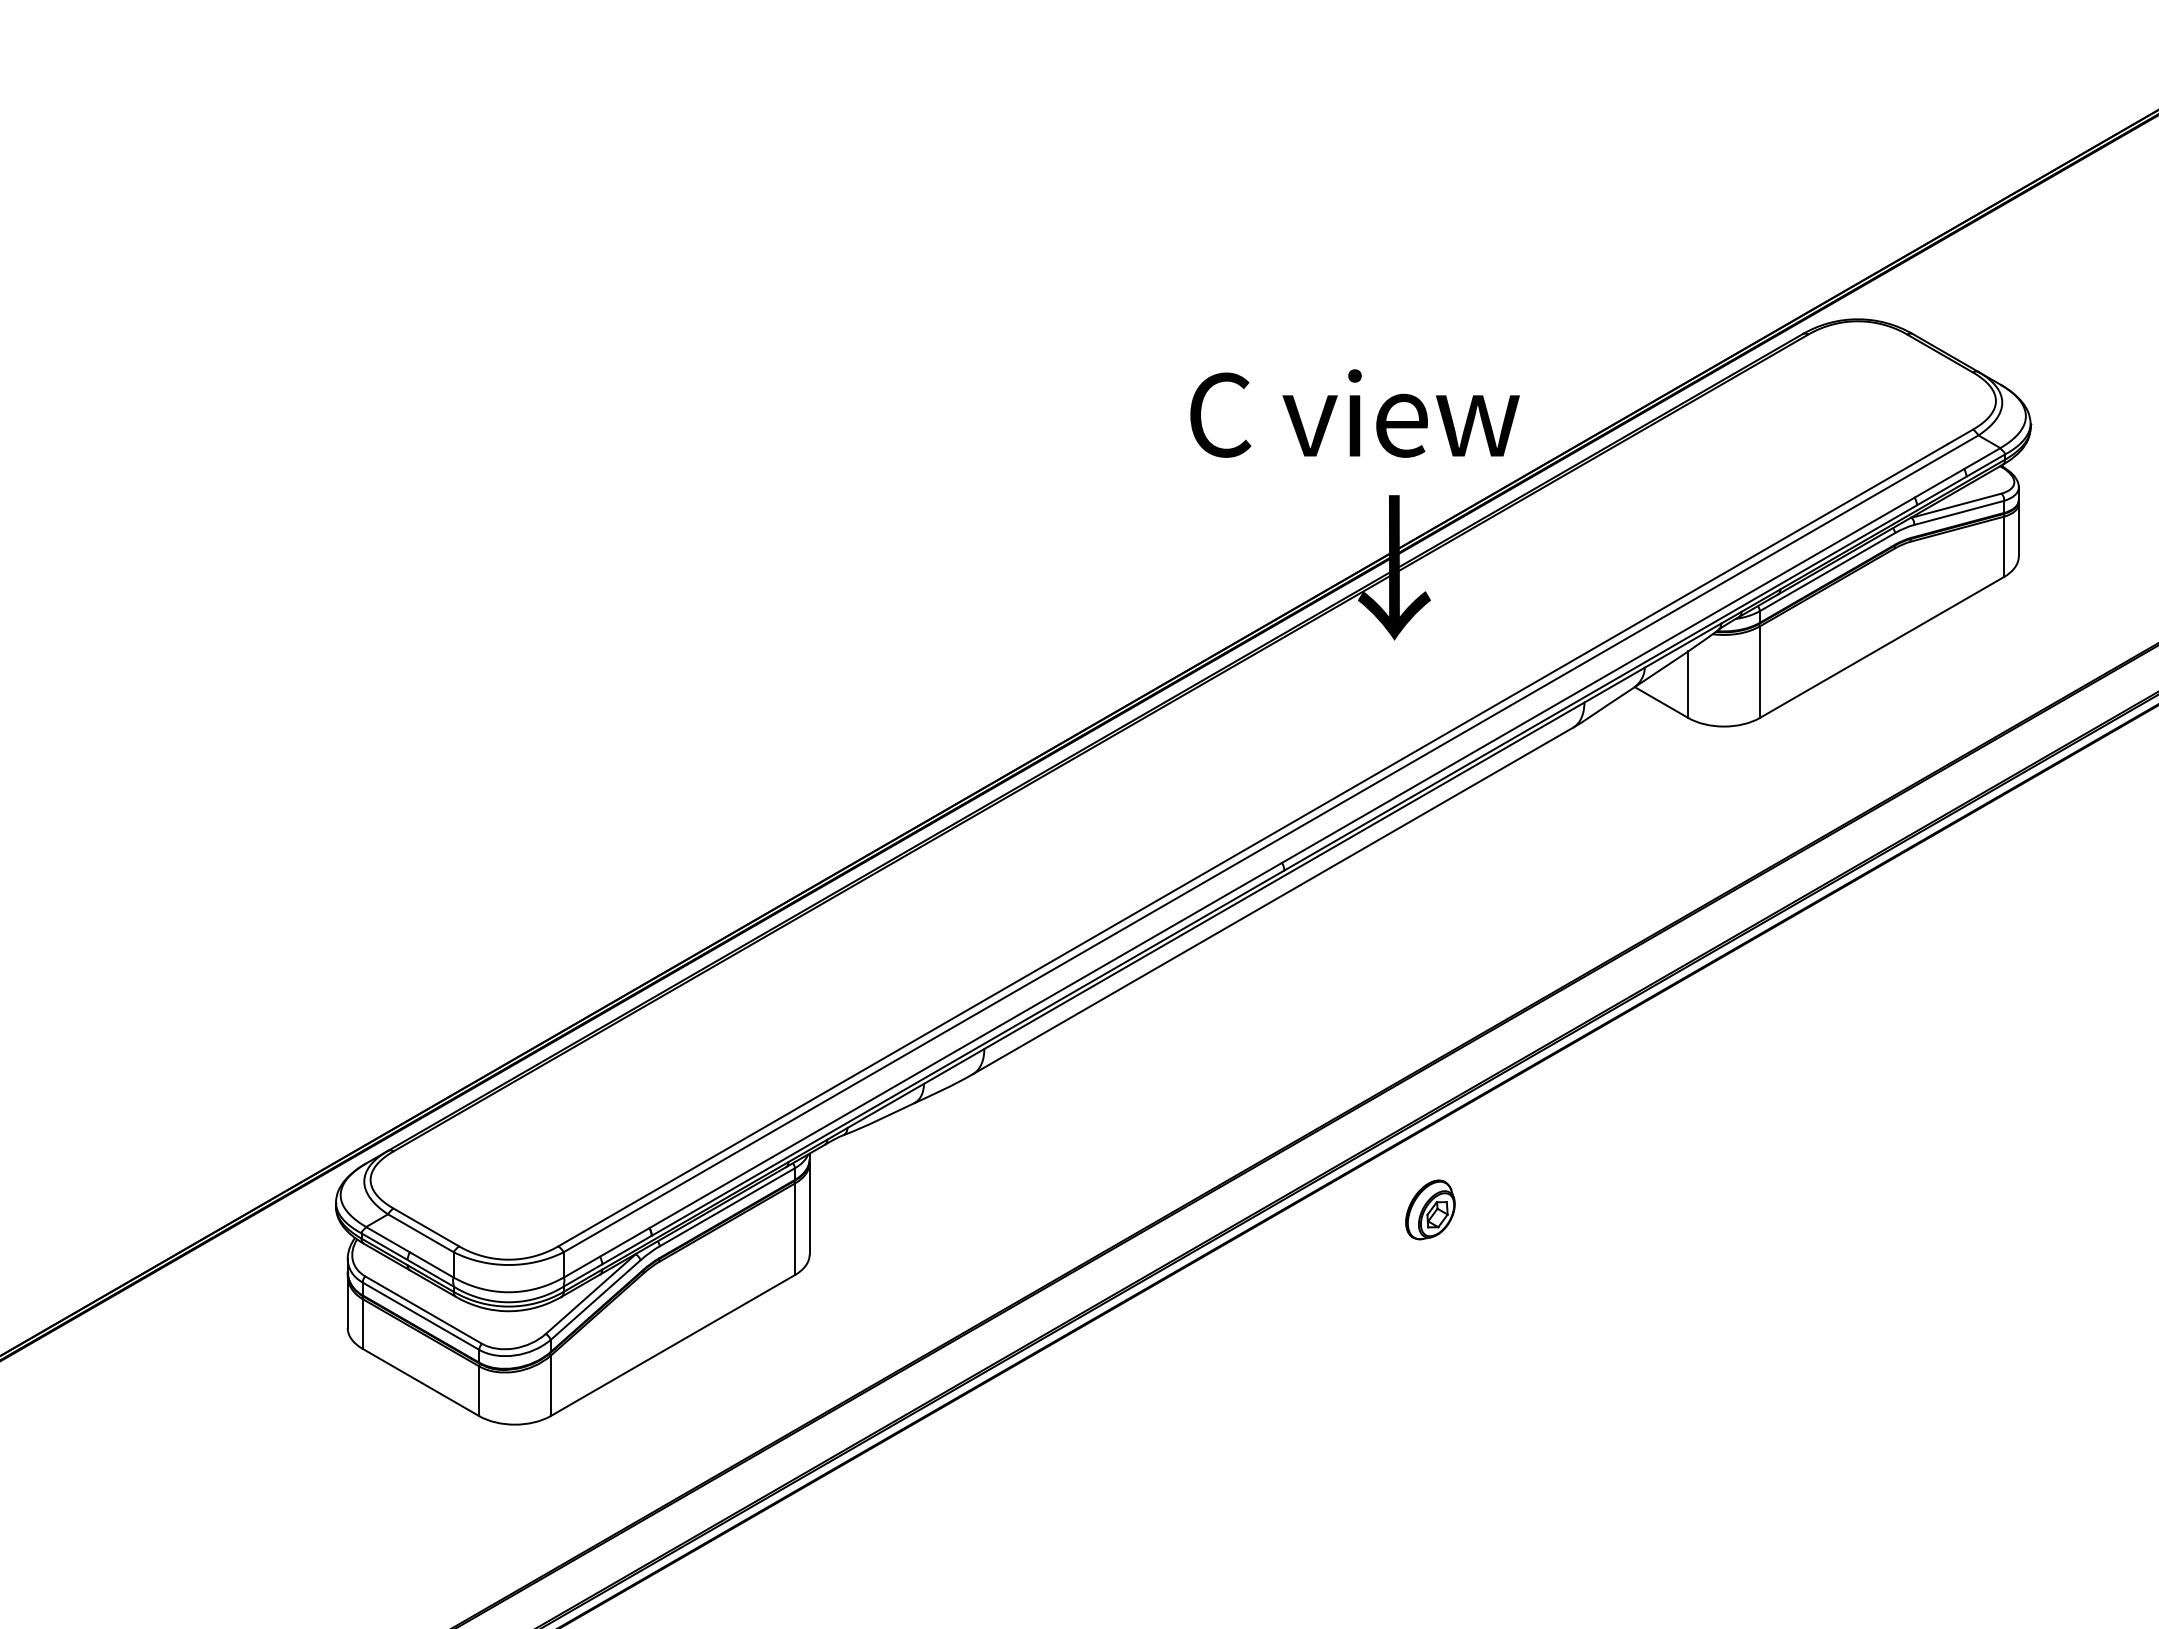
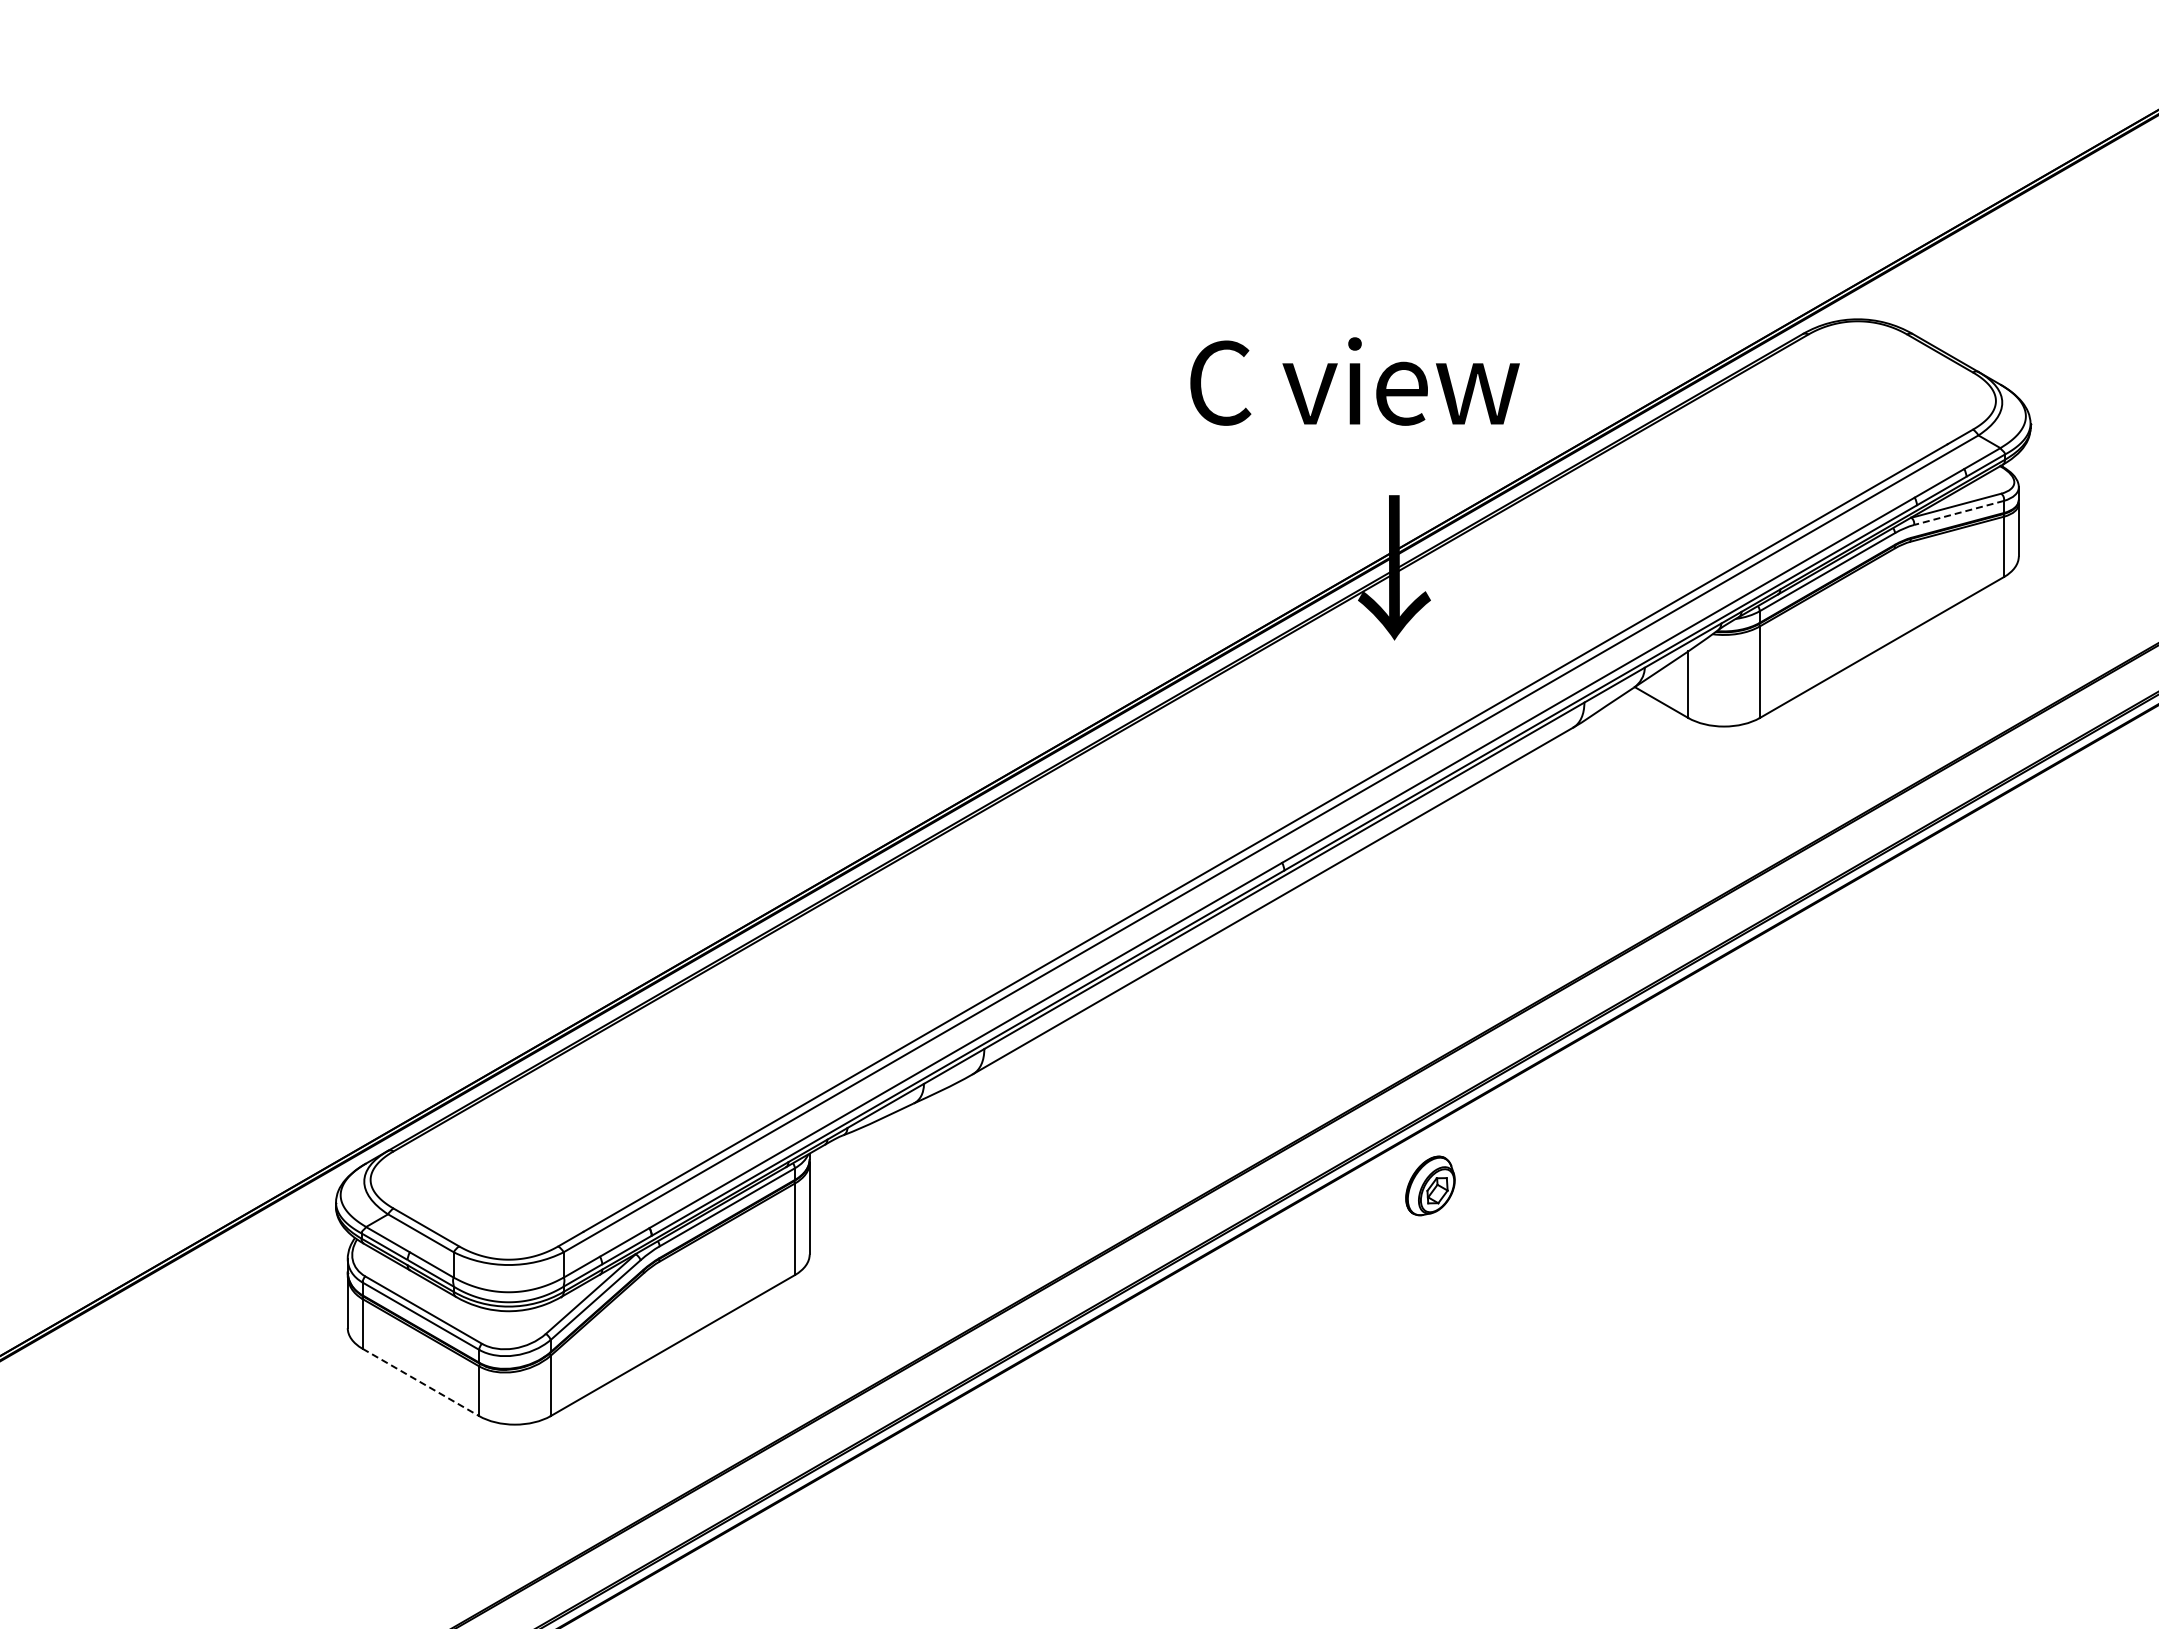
text at (1354, 413) position: (1354, 413) -> (1354, 381)
line at (1959, 512): solid -> dashed
part at (1430, 1209) position: (1430, 1209) -> (1430, 1185)
line at (421, 1382): solid -> dashed
